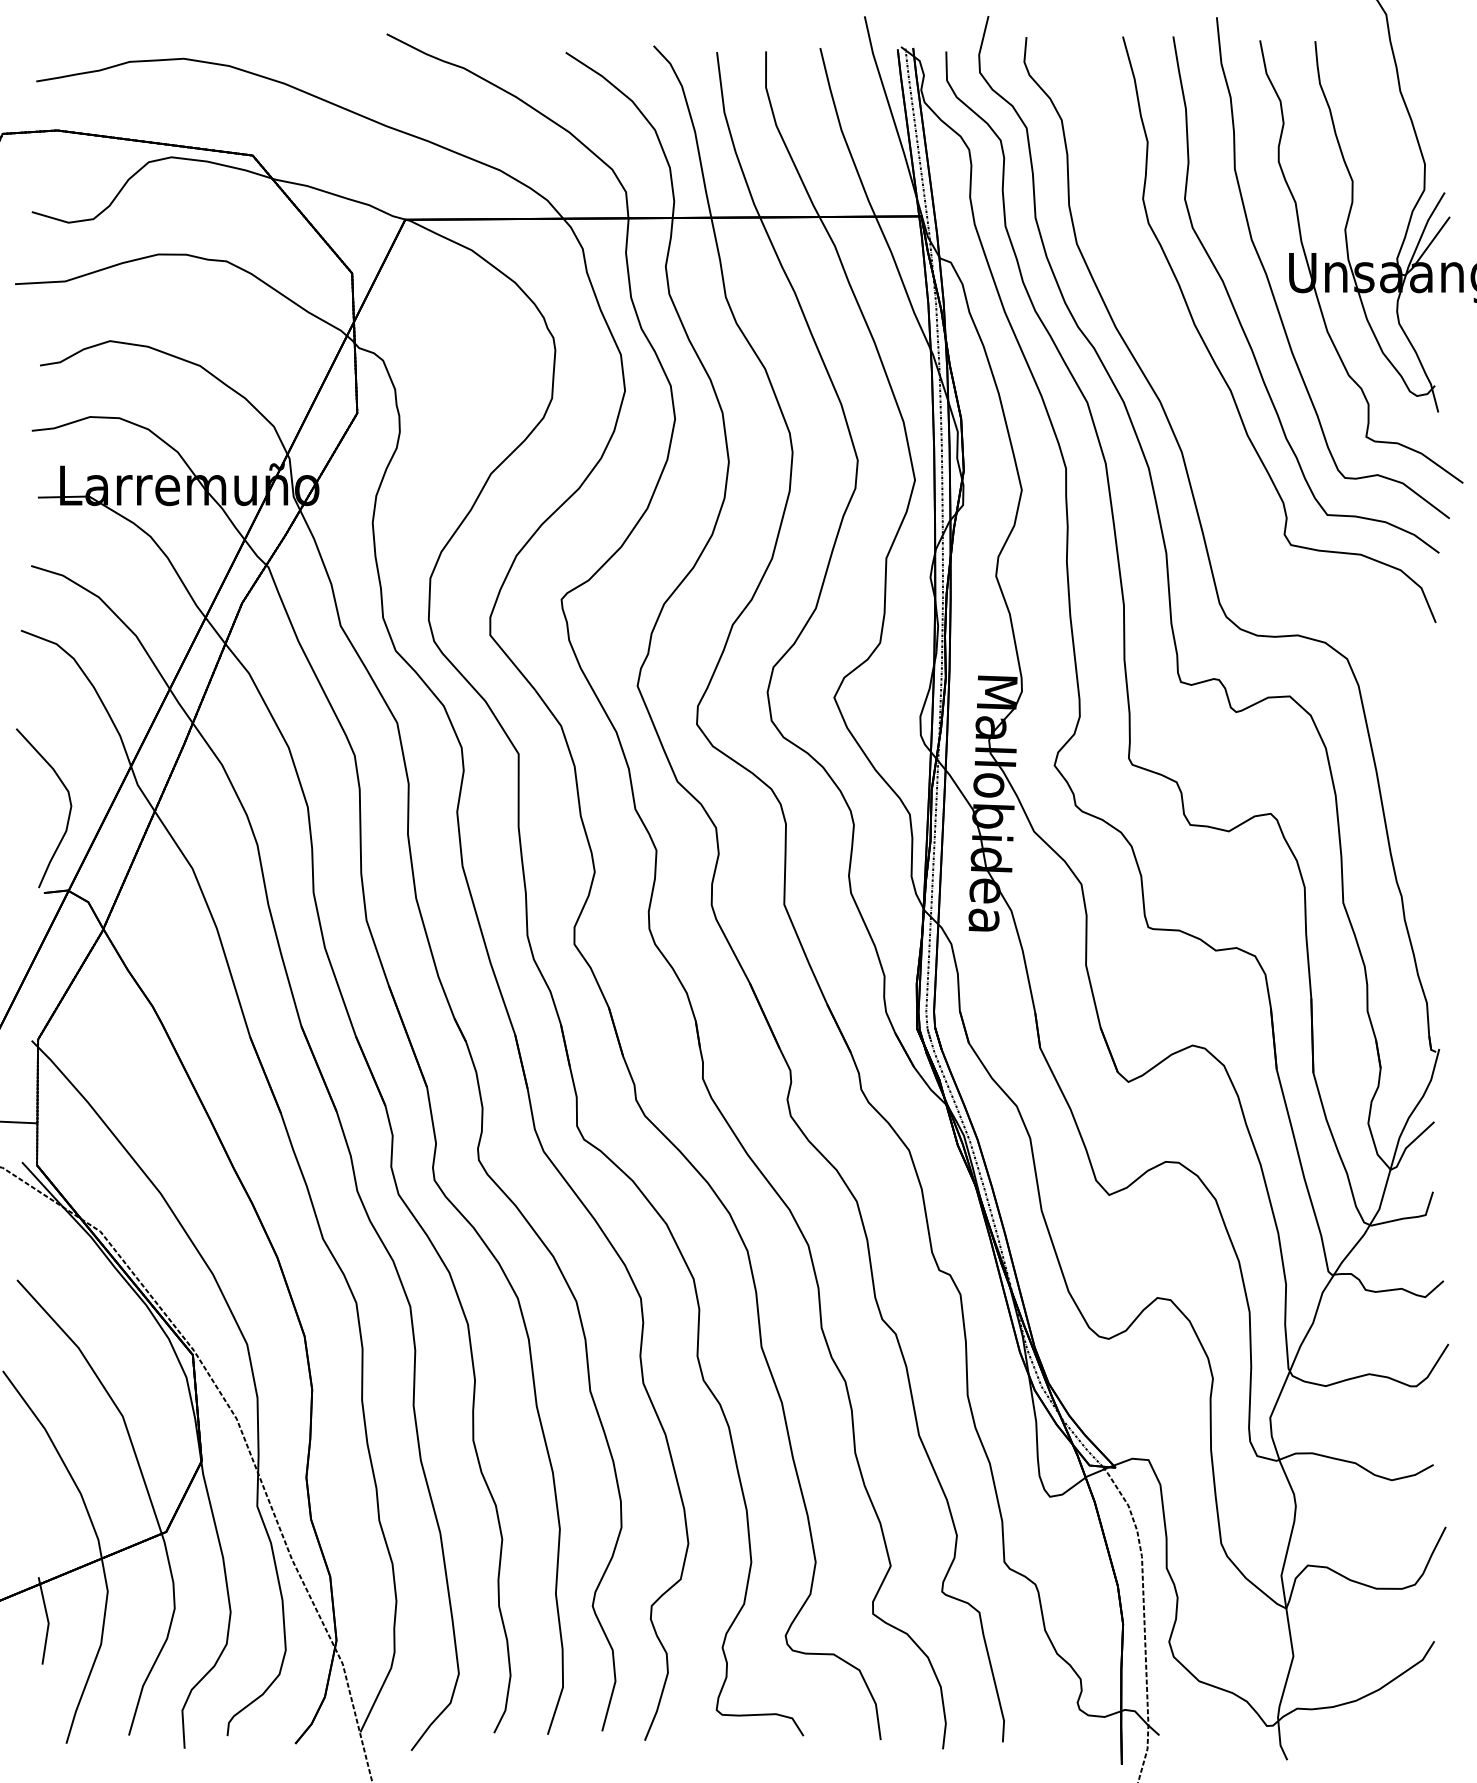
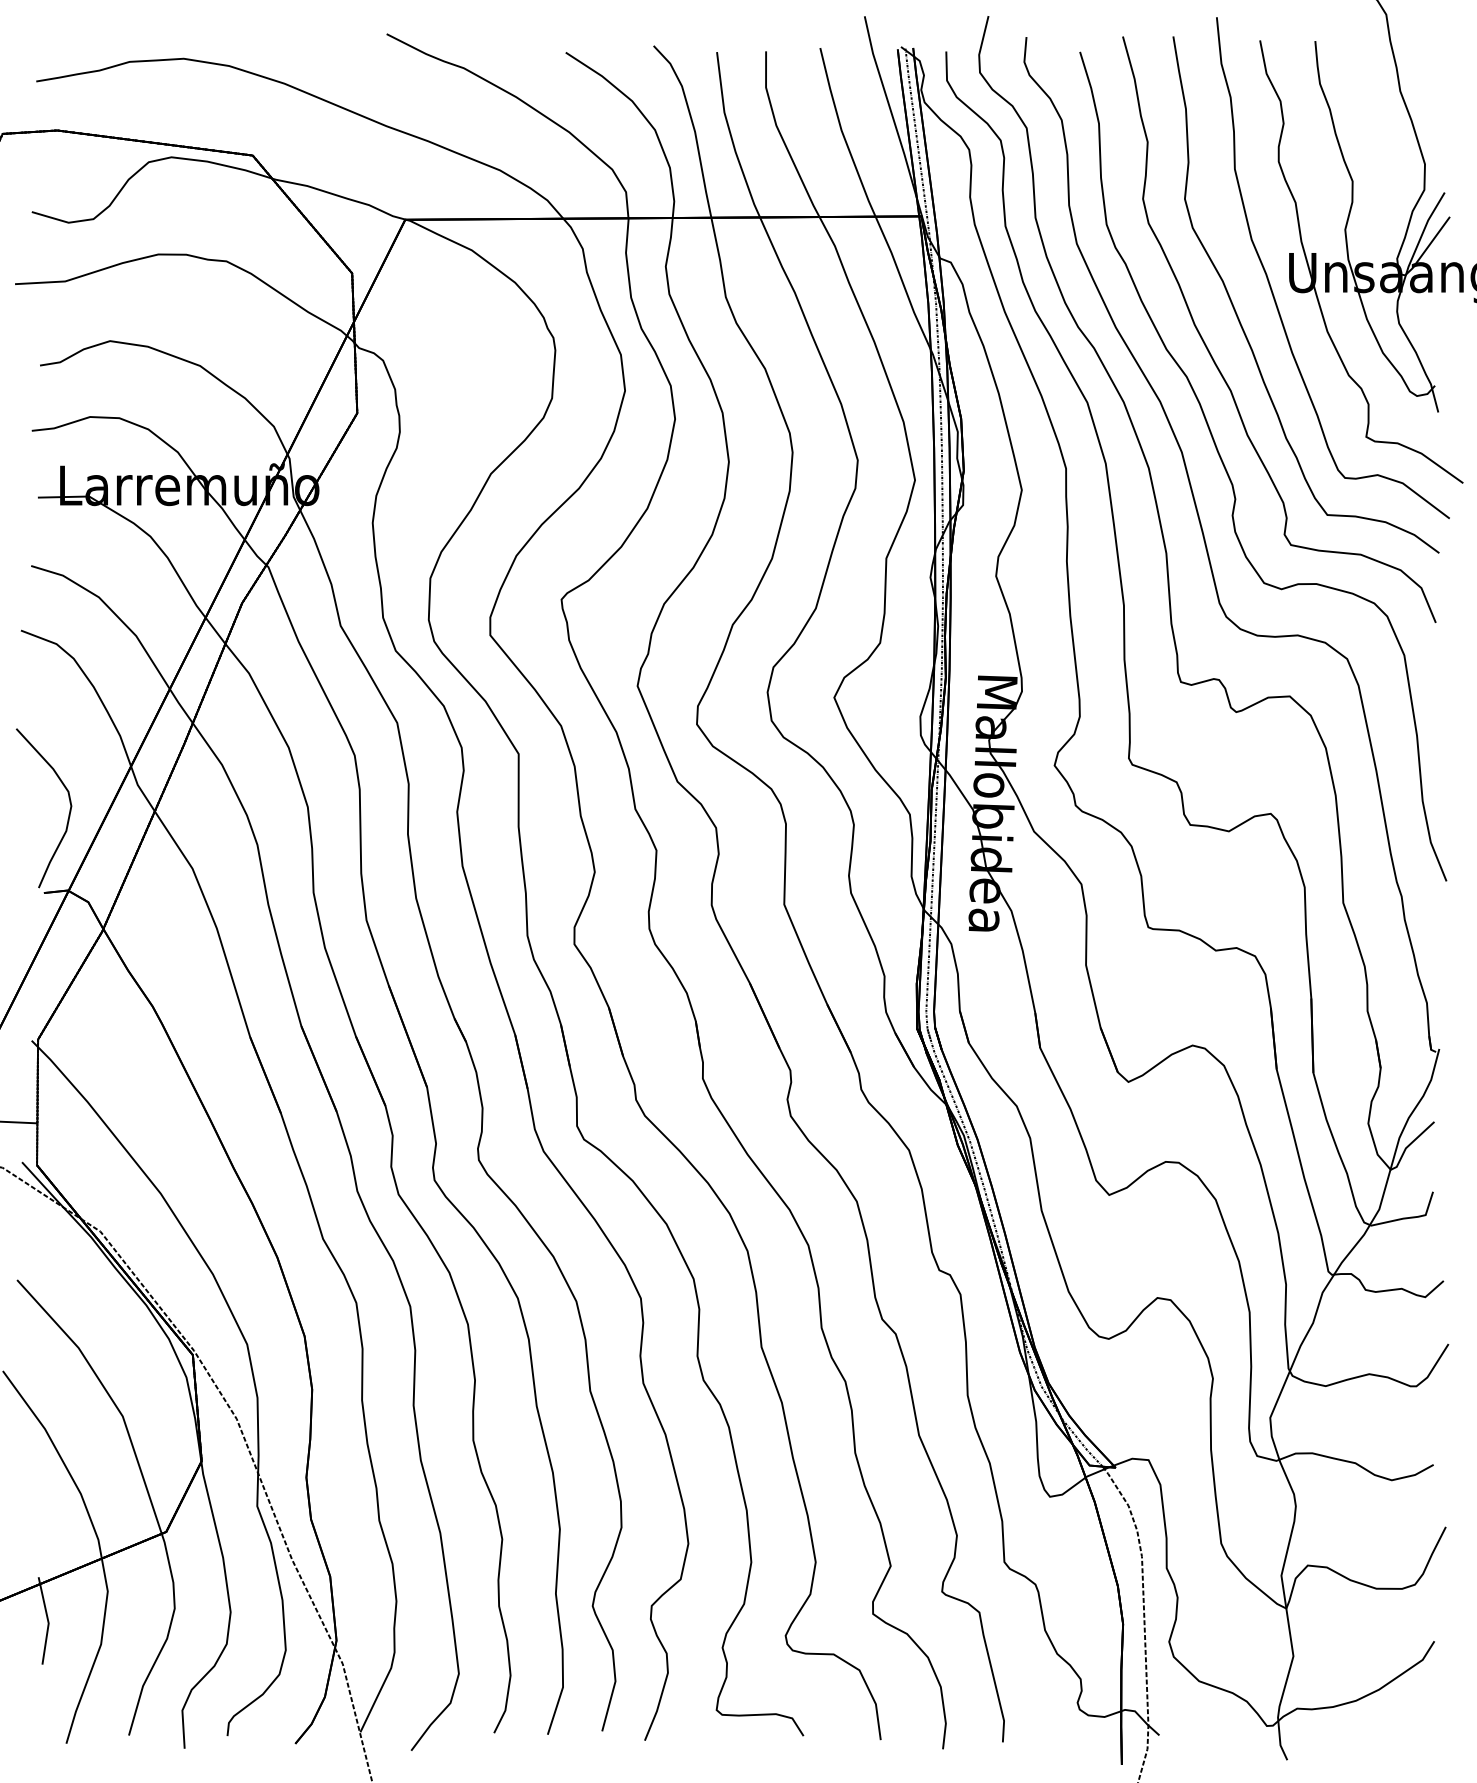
curve at (1231, 479): none -> present
